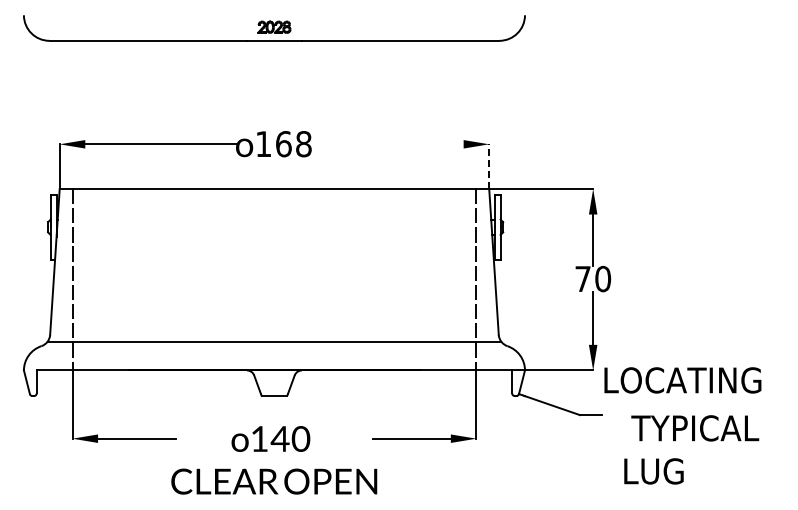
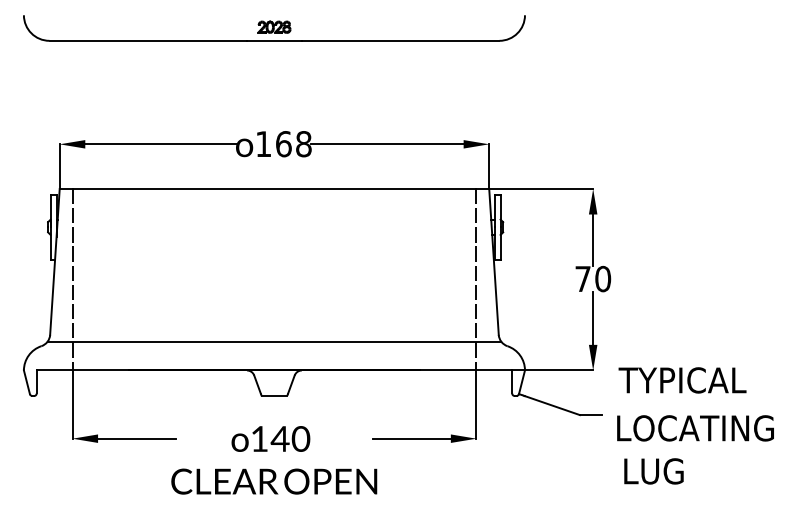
line at (386, 144): none -> present
line at (489, 166): dashed -> solid
text at (682, 380): LOCATING -> TYPICAL
text at (695, 428): TYPICAL -> LOCATING
